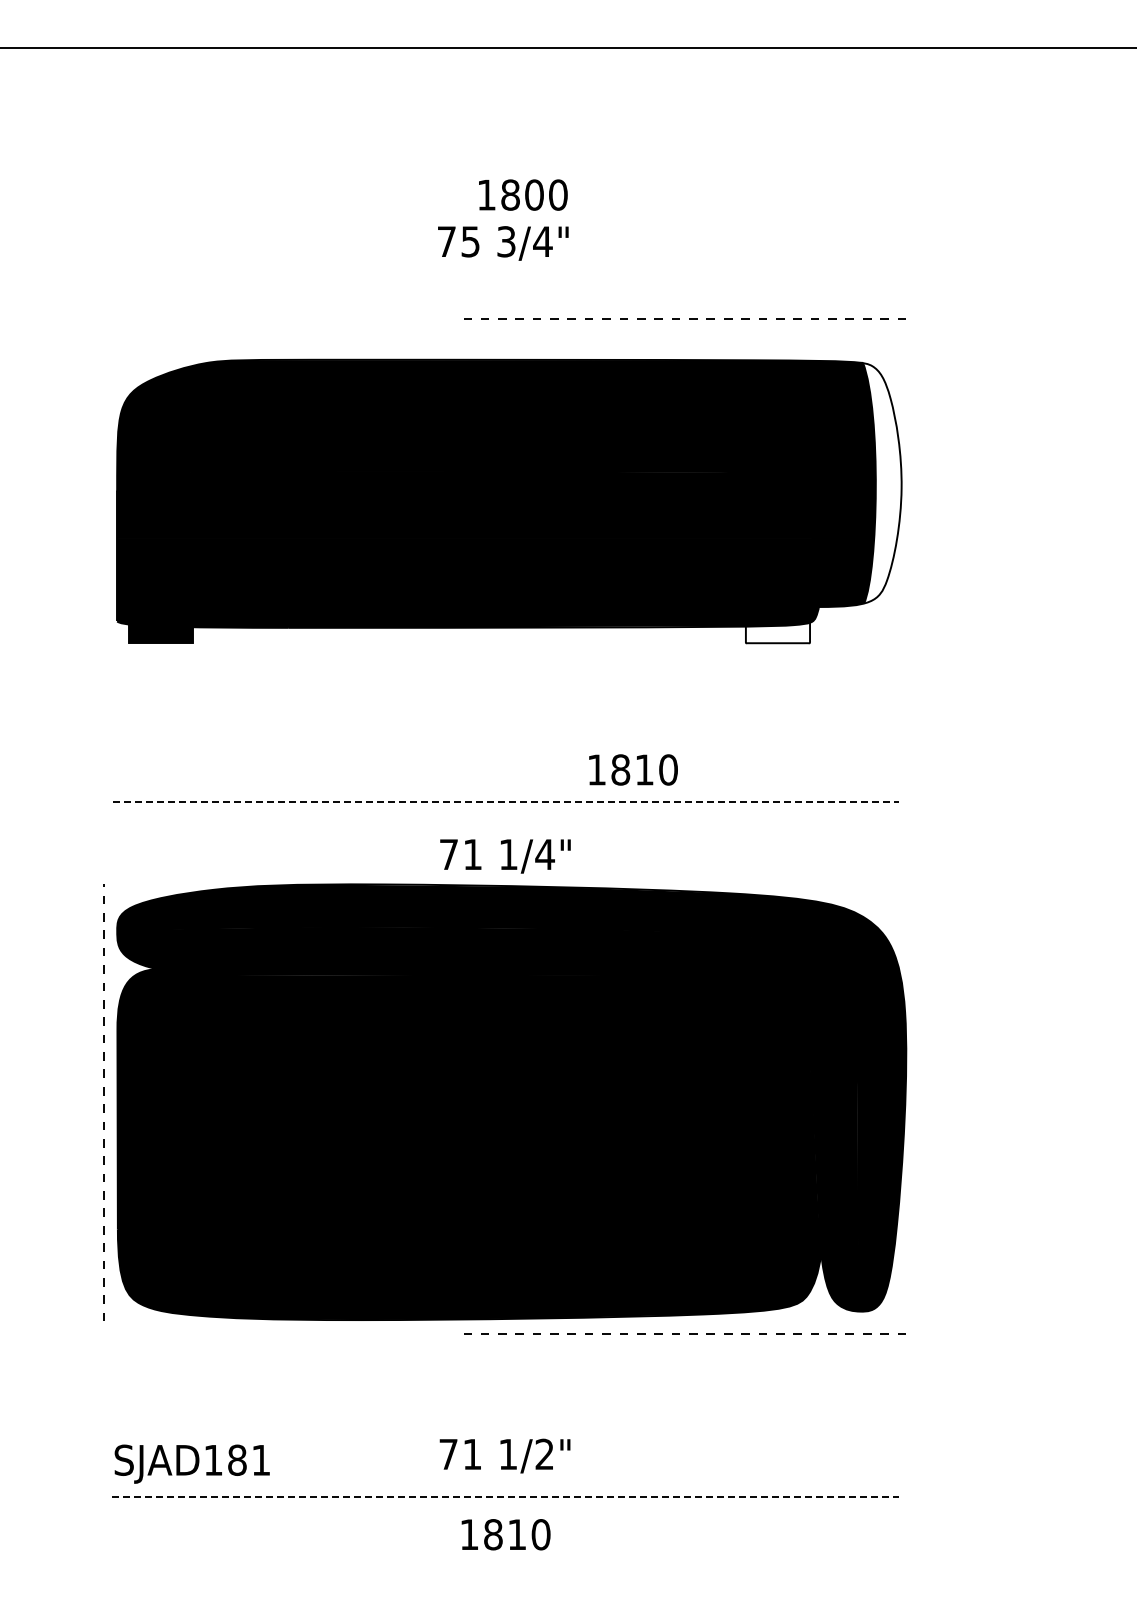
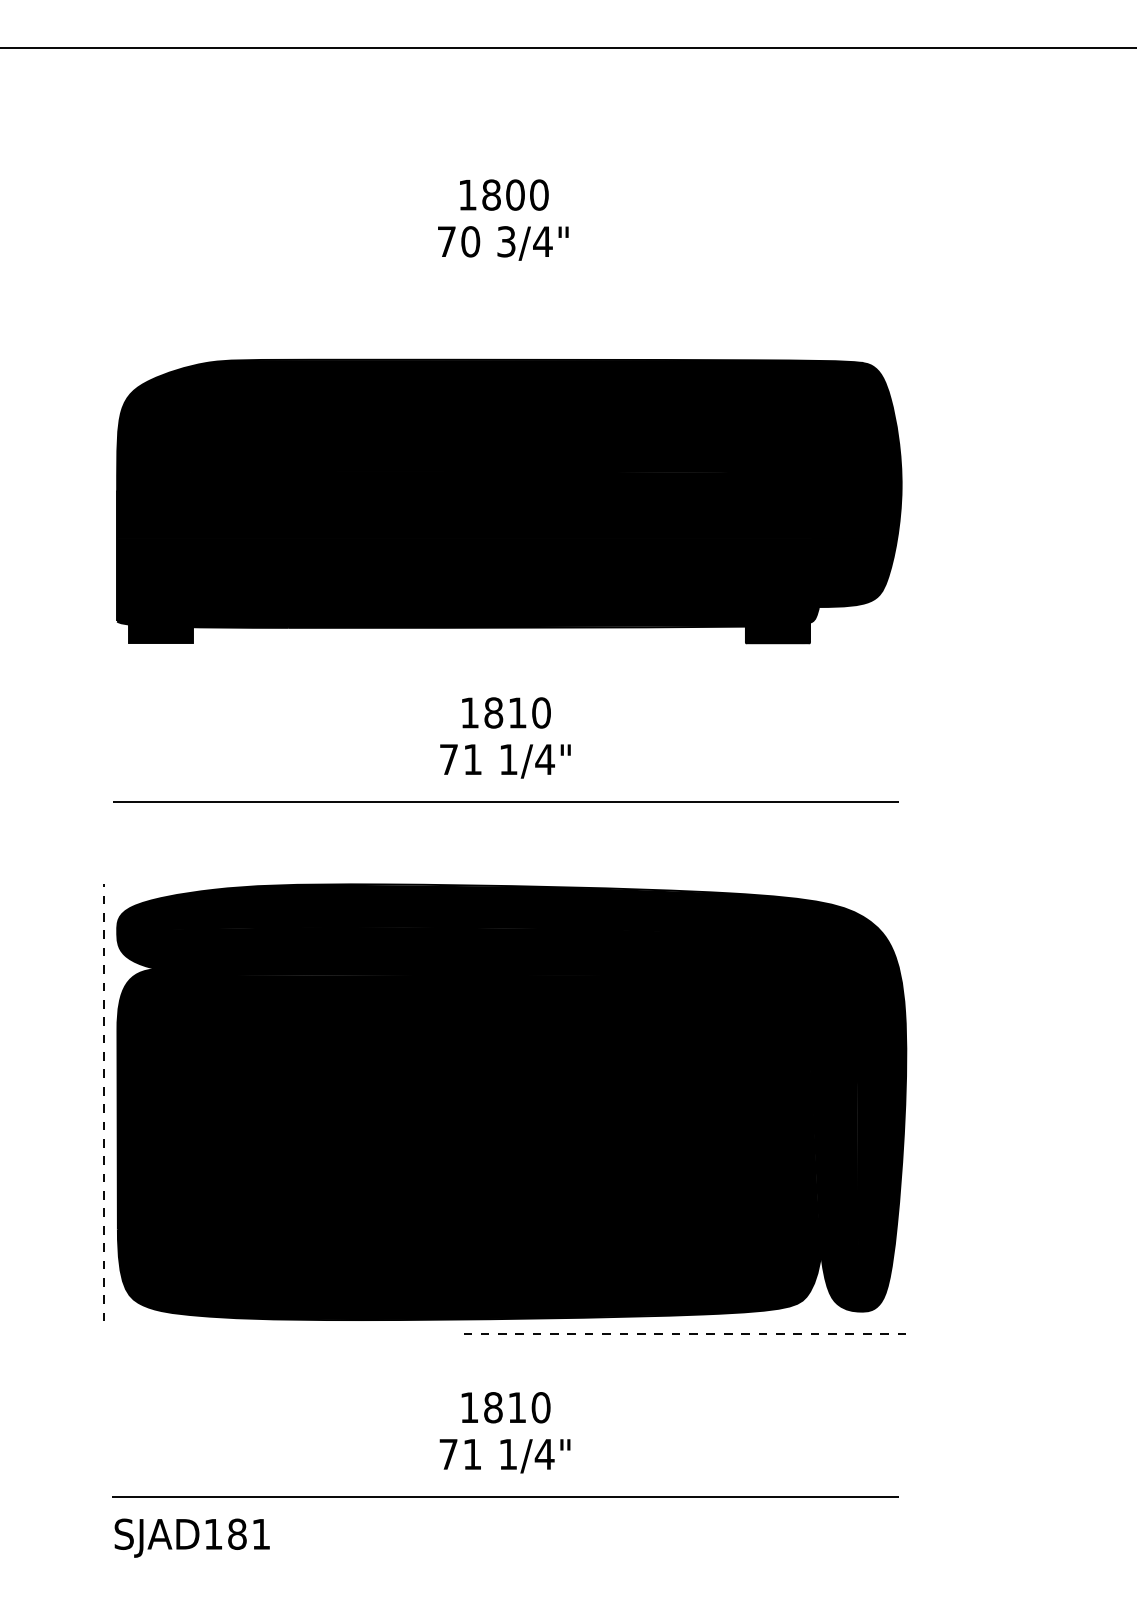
text at (523, 194) position: (523, 194) -> (504, 194)
text at (470, 241): 75 -> 70
line at (679, 318): present -> none
fill at (882, 483): none -> present
fill at (777, 632): none -> present
text at (633, 769) position: (633, 769) -> (506, 712)
line at (506, 801): dashed -> solid
text at (505, 856) position: (505, 856) -> (505, 761)
text at (544, 1453): 1/2" -> 1/4"
text at (191, 1463) position: (191, 1463) -> (191, 1537)
line at (505, 1496): dashed -> solid
text at (505, 1534) position: (505, 1534) -> (505, 1407)
